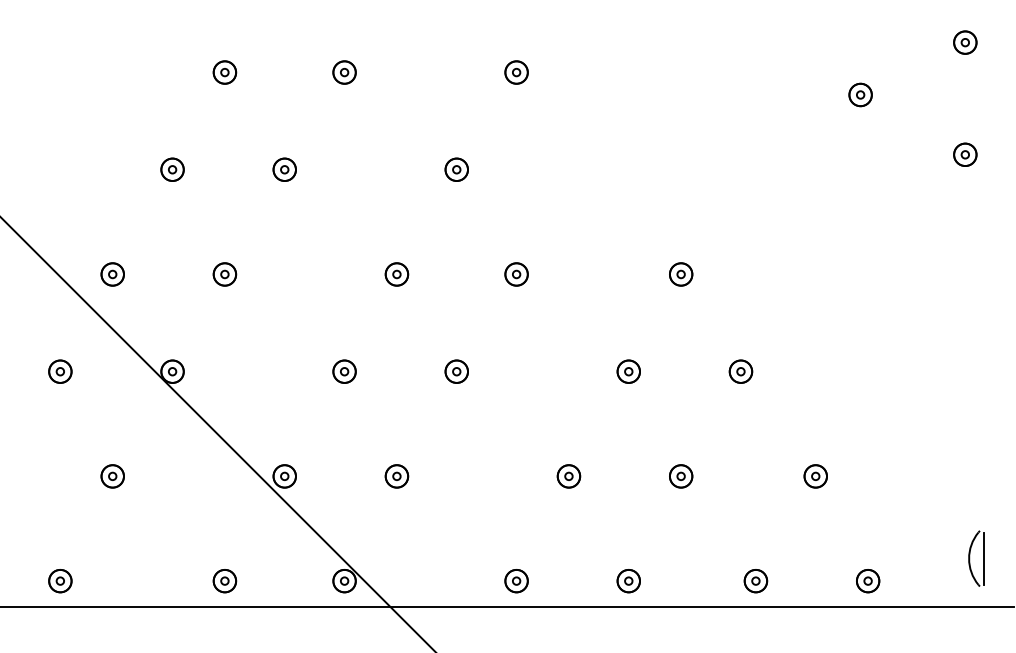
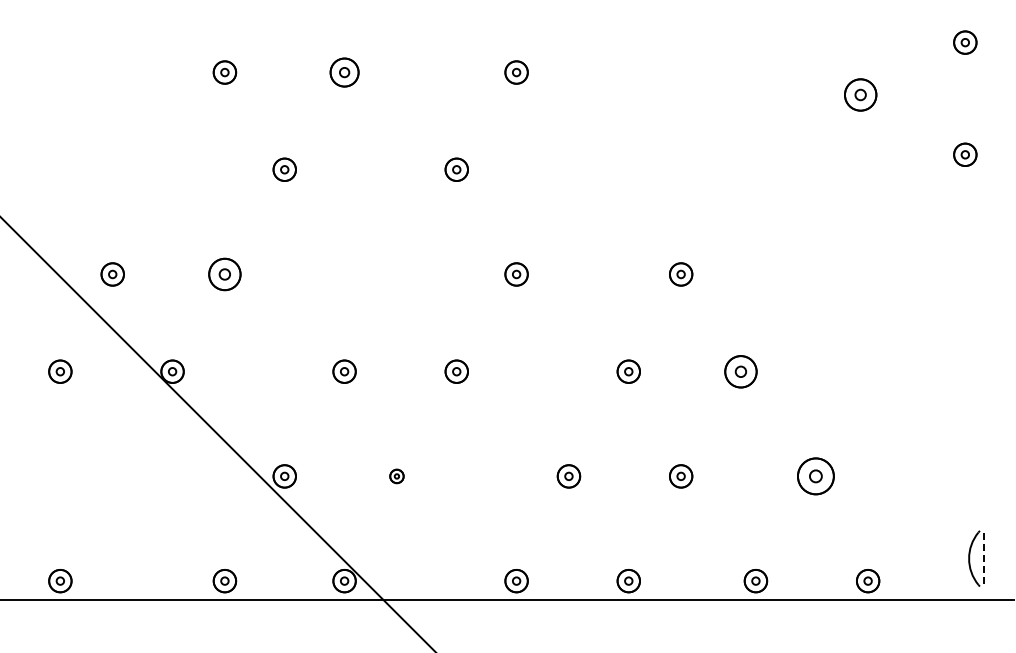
part at (344, 72) size: 25x25 px -> 31x31 px
part at (860, 94) size: 25x26 px -> 34x34 px
part at (172, 169): present -> none
part at (224, 274) size: 26x25 px -> 34x35 px
part at (396, 274): present -> none
part at (740, 371) size: 26x25 px -> 34x34 px
part at (112, 476): present -> none
part at (396, 476) size: 26x25 px -> 16x17 px
part at (815, 476) size: 25x25 px -> 38x39 px
line at (984, 559): solid -> dashed
line at (507, 607) position: (507, 607) -> (507, 600)
